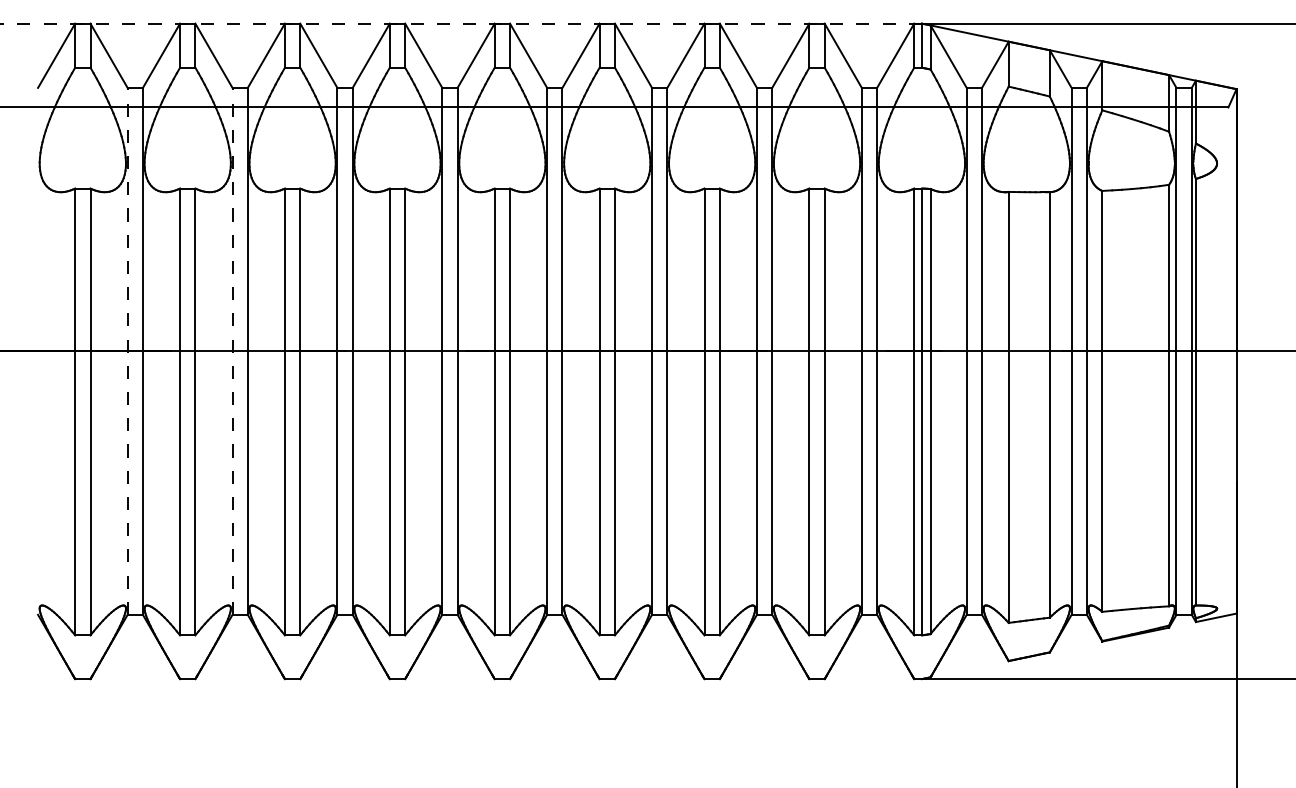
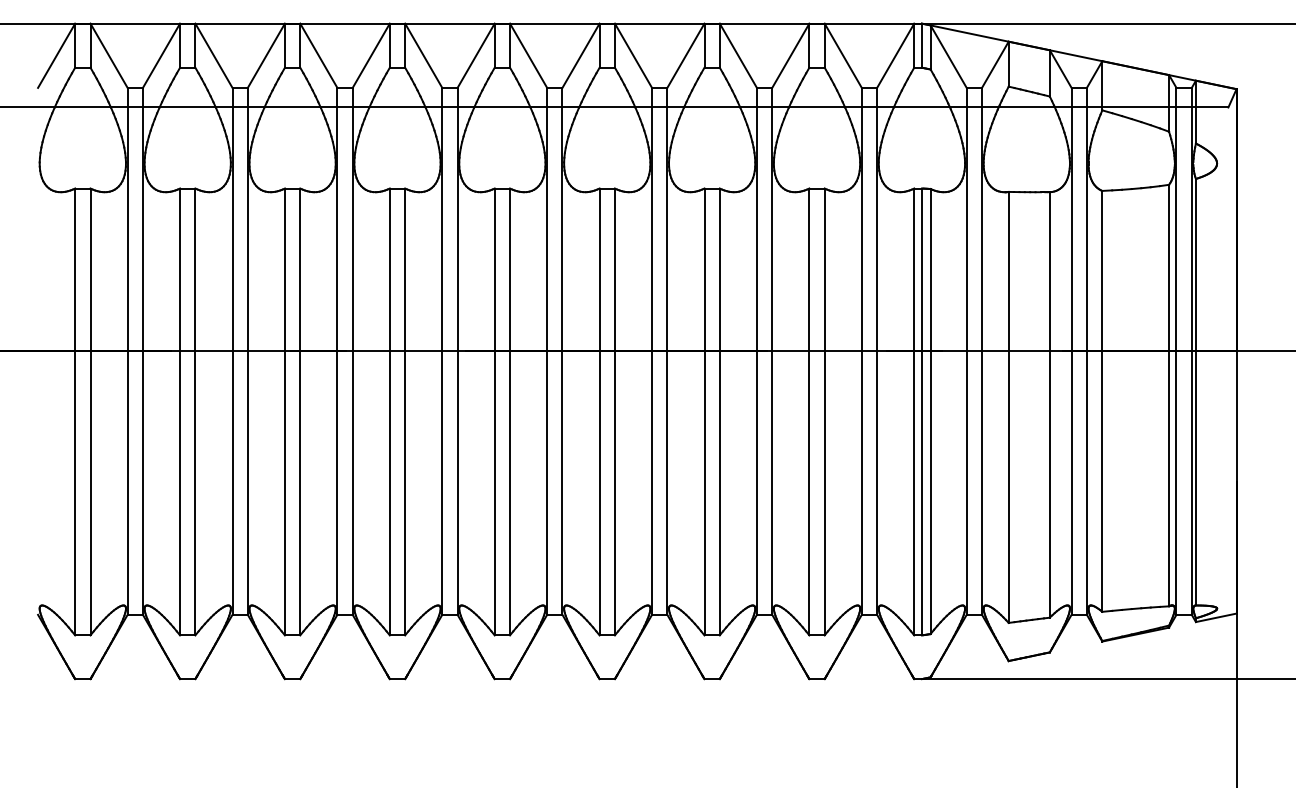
line at (460, 23): dashed -> solid
line at (127, 350): dashed -> solid
line at (232, 350): dashed -> solid
